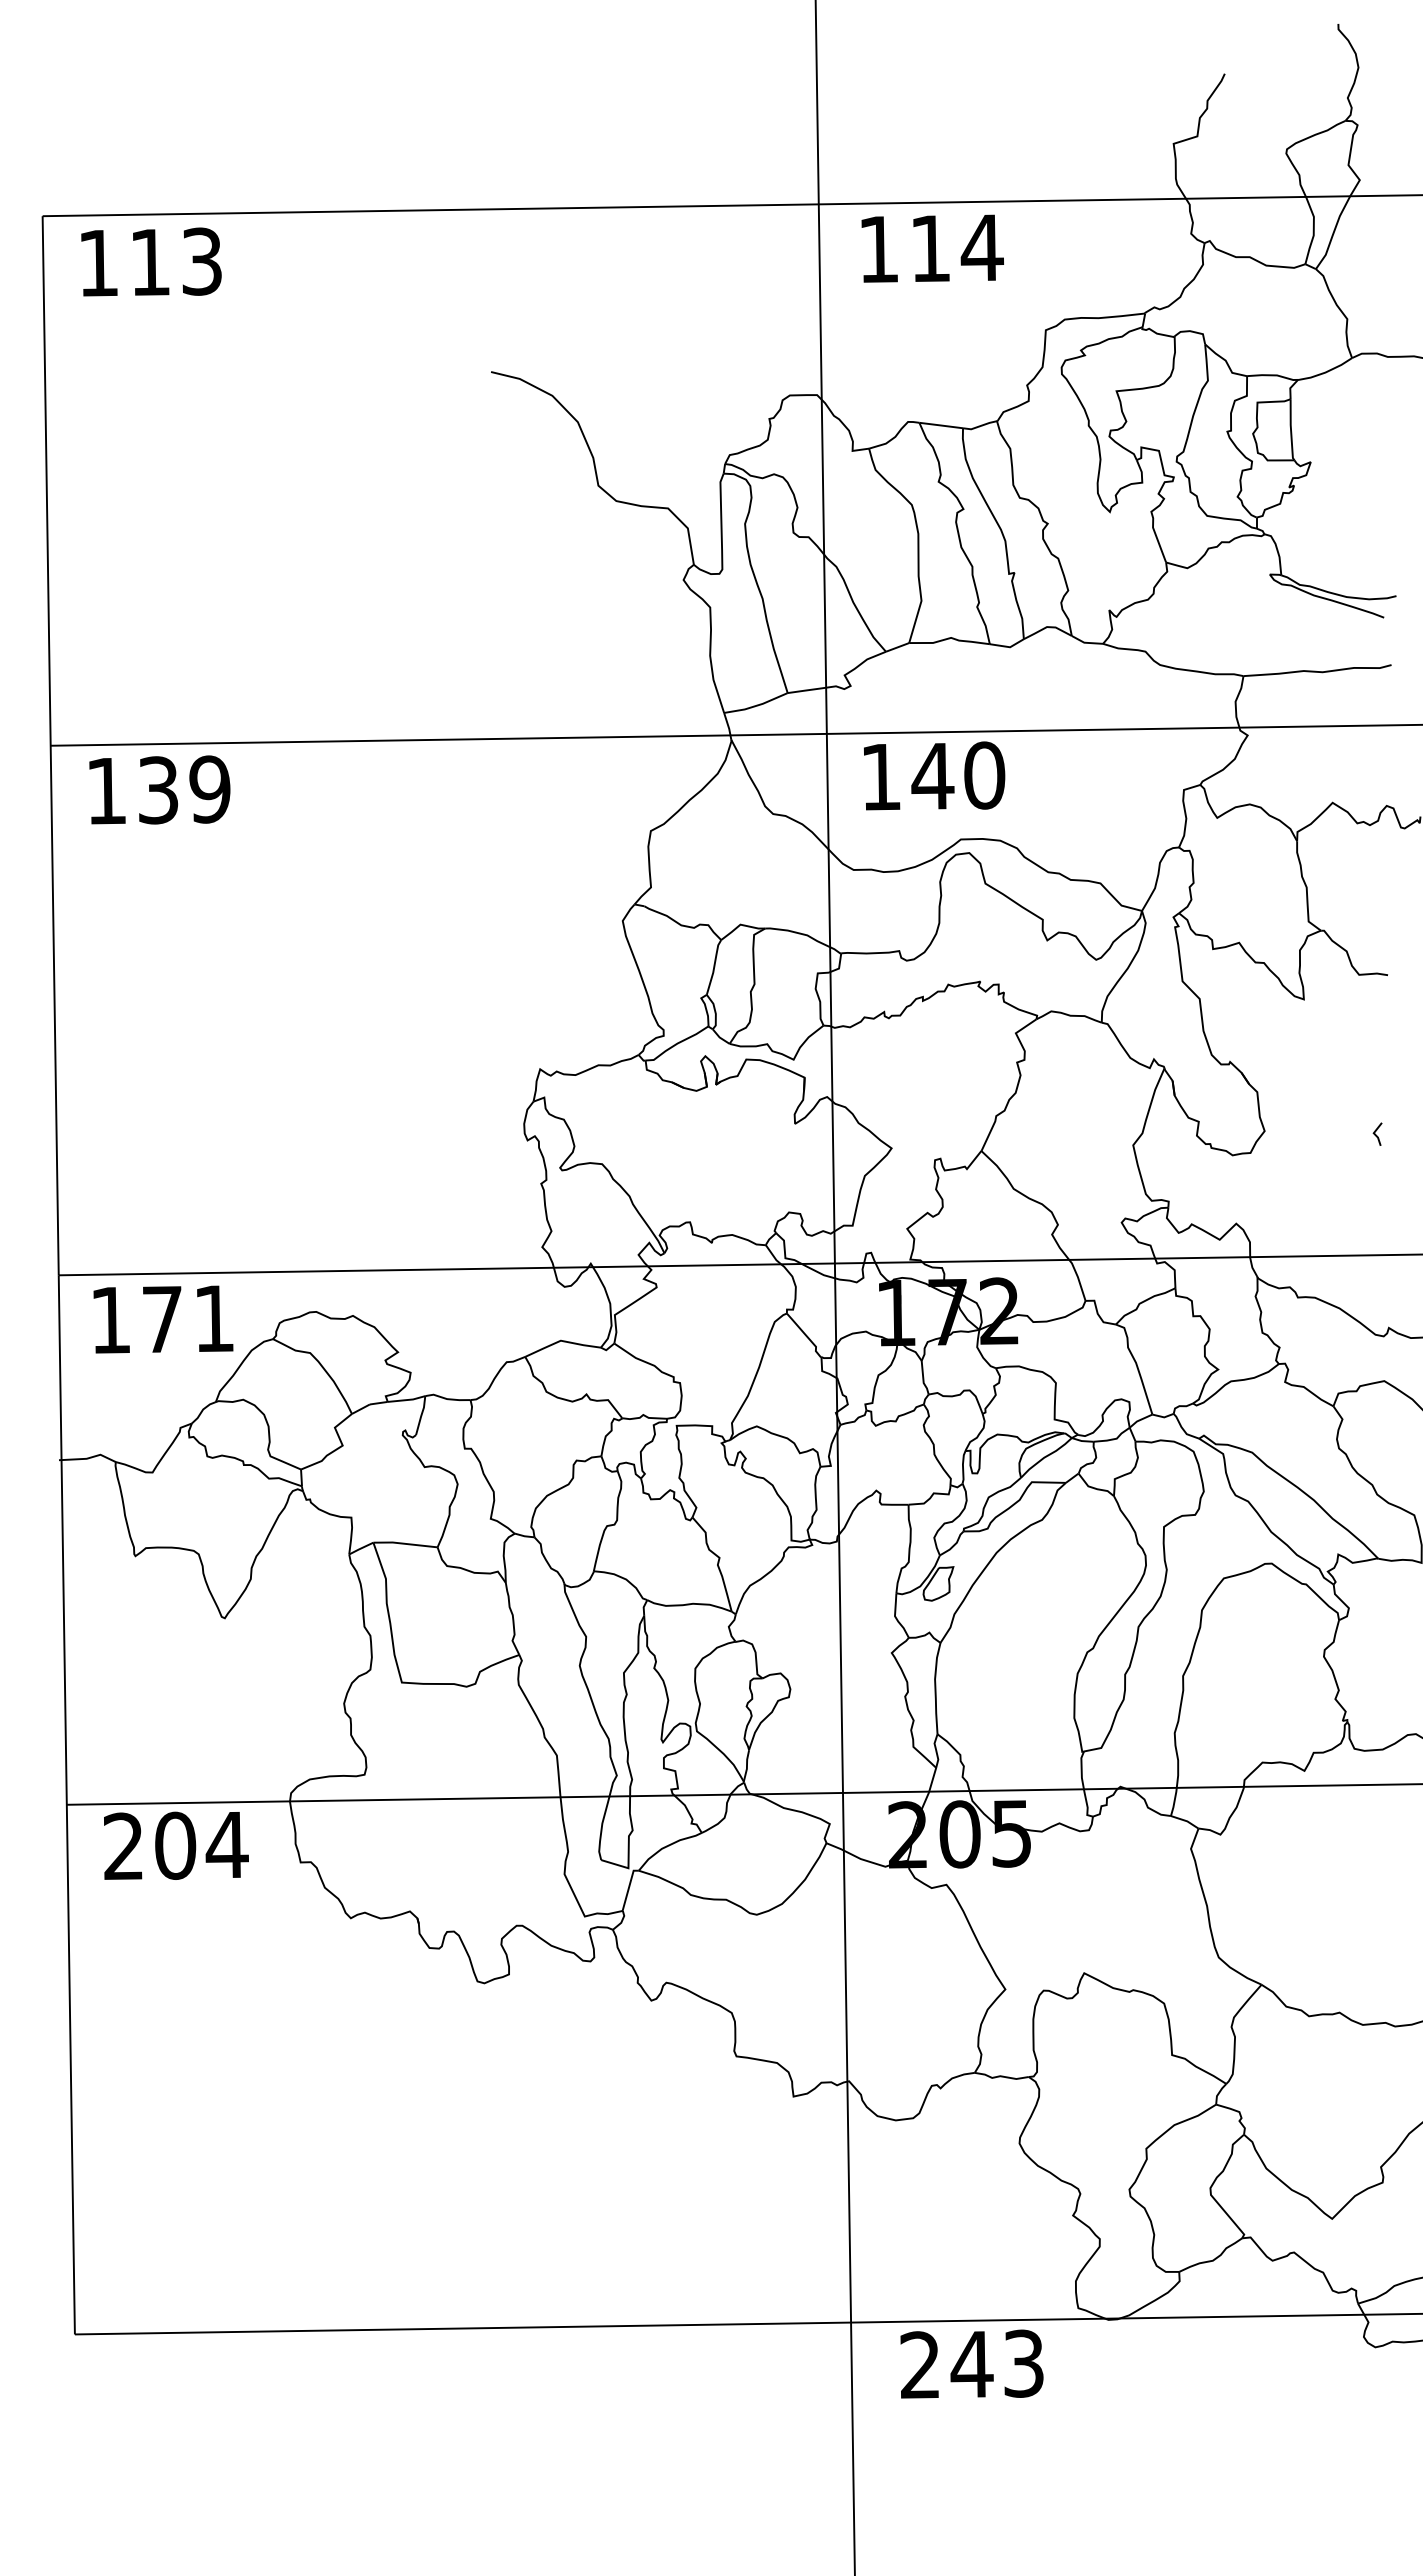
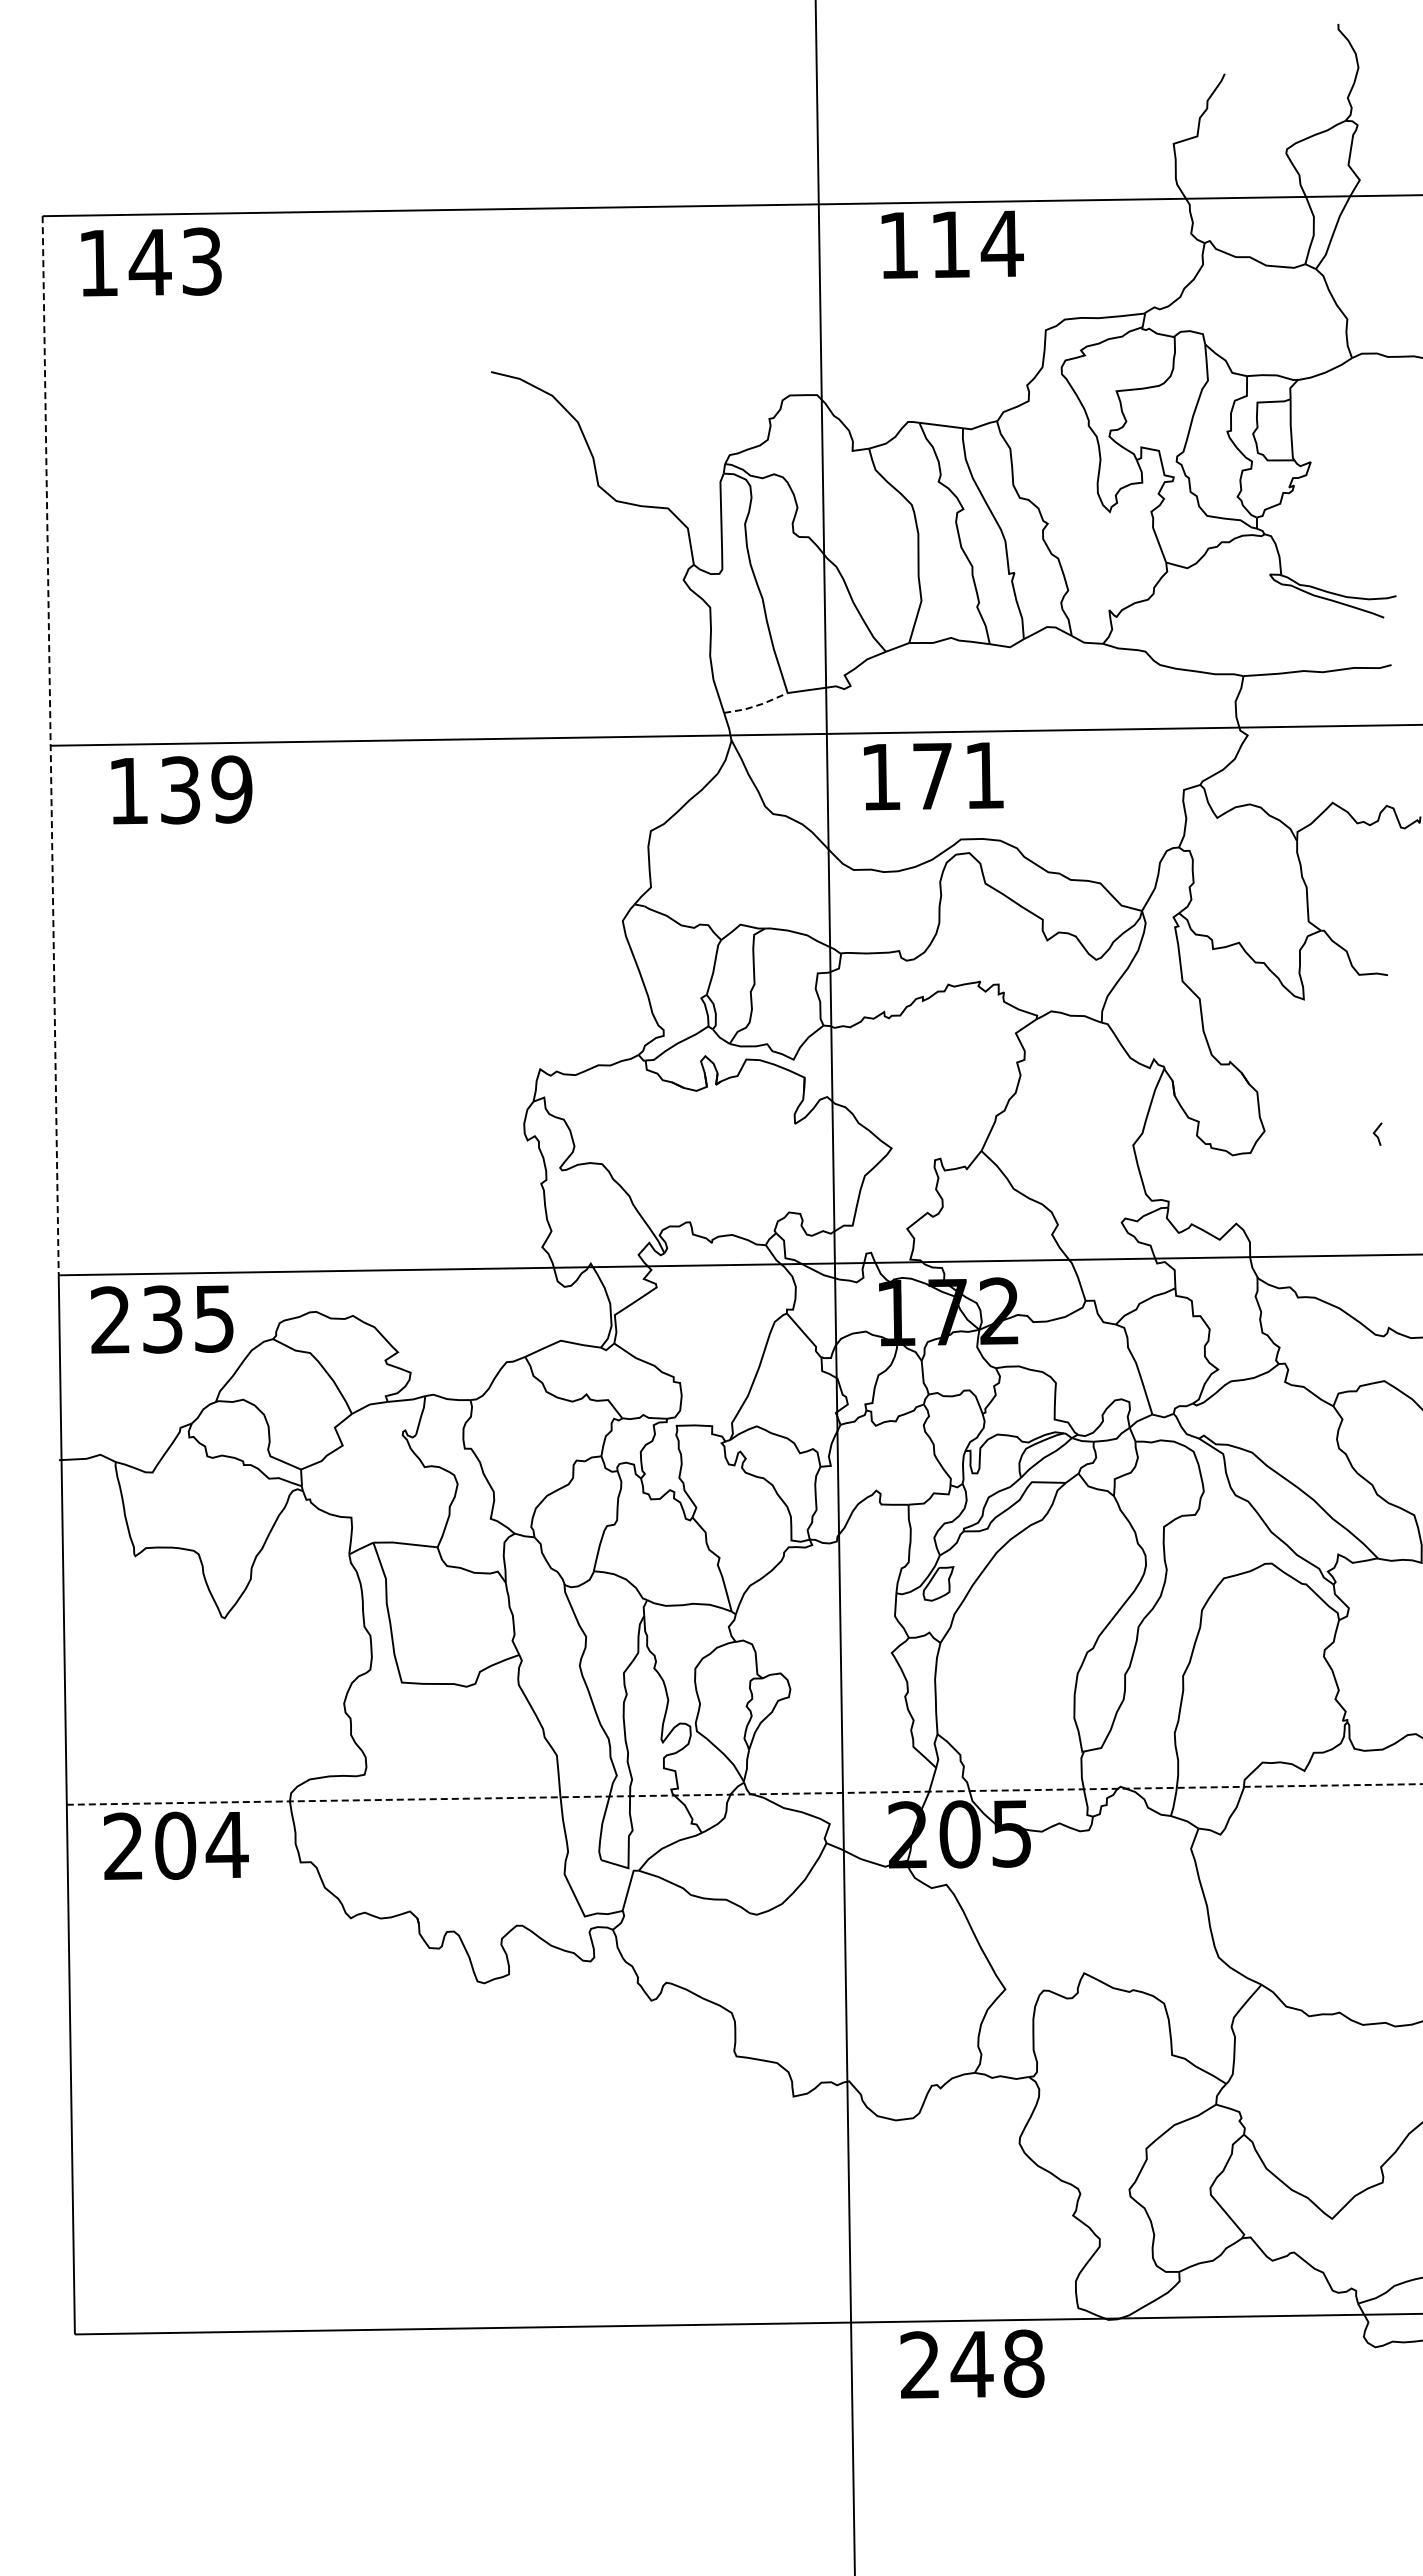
text at (932, 248) position: (932, 248) -> (952, 244)
text at (149, 262): 113 -> 143
line at (757, 705): solid -> dashed
line at (50, 745): solid -> dashed
text at (958, 775): 140 -> 171
text at (159, 789) position: (159, 789) -> (181, 789)
text at (162, 1319): 171 -> 235
line at (744, 1794): solid -> dashed
text at (1023, 2363): 243 -> 248
